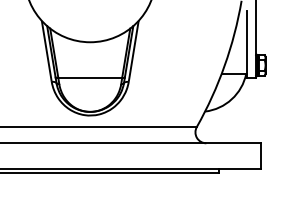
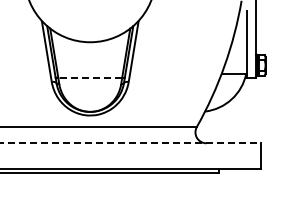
line at (90, 77): solid -> dashed
line at (131, 143): solid -> dashed
